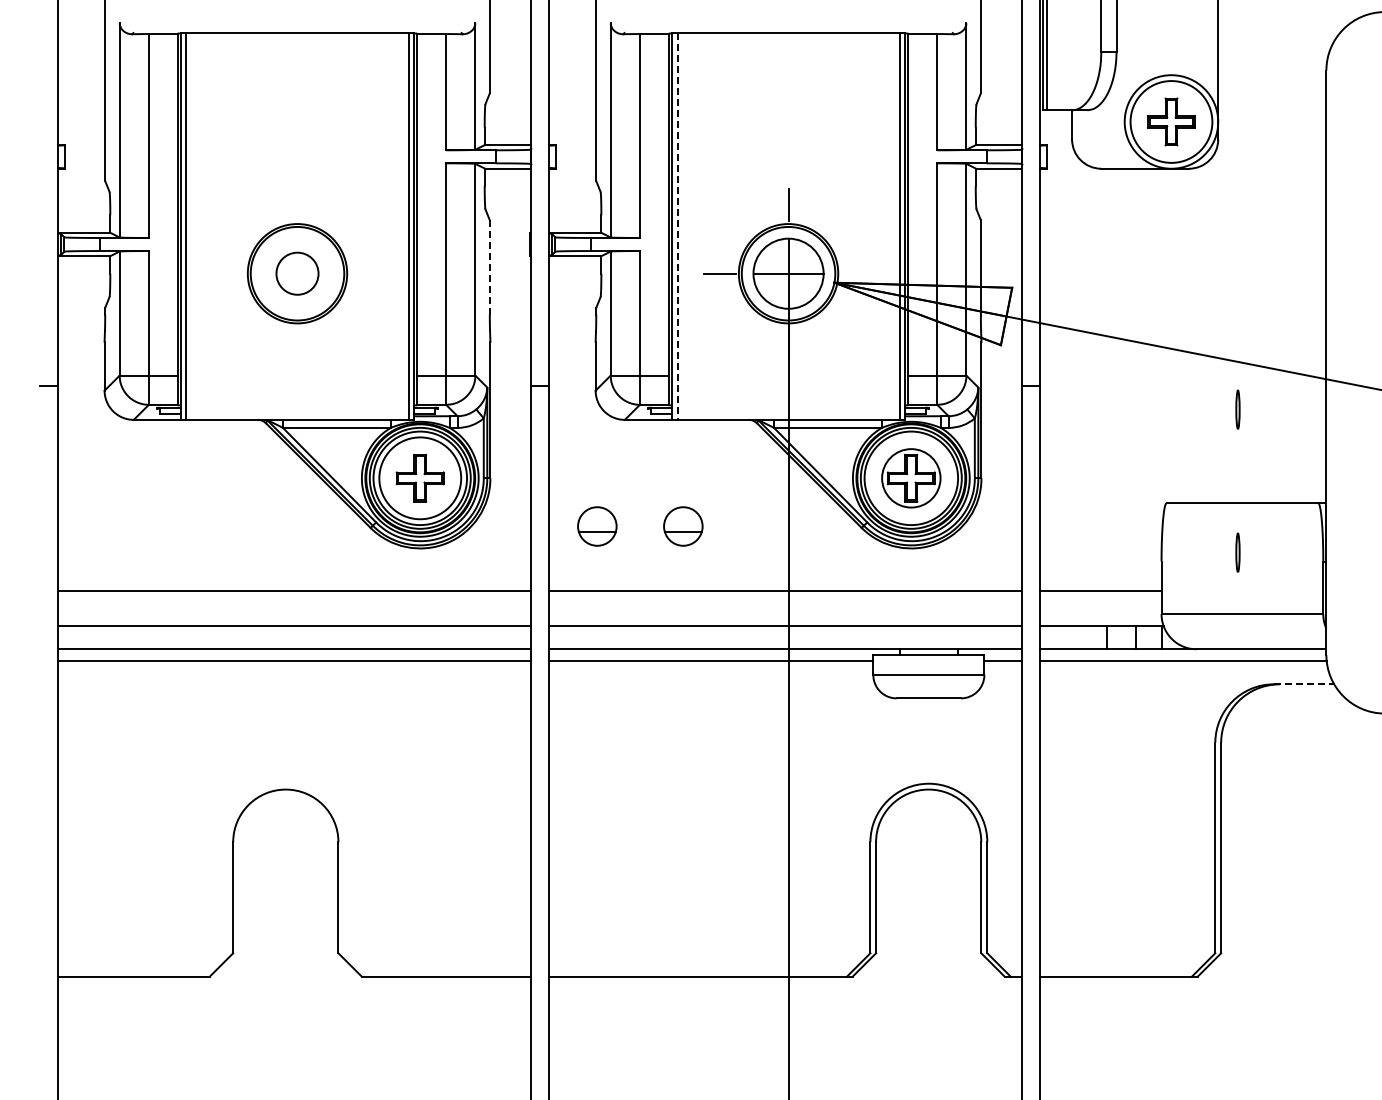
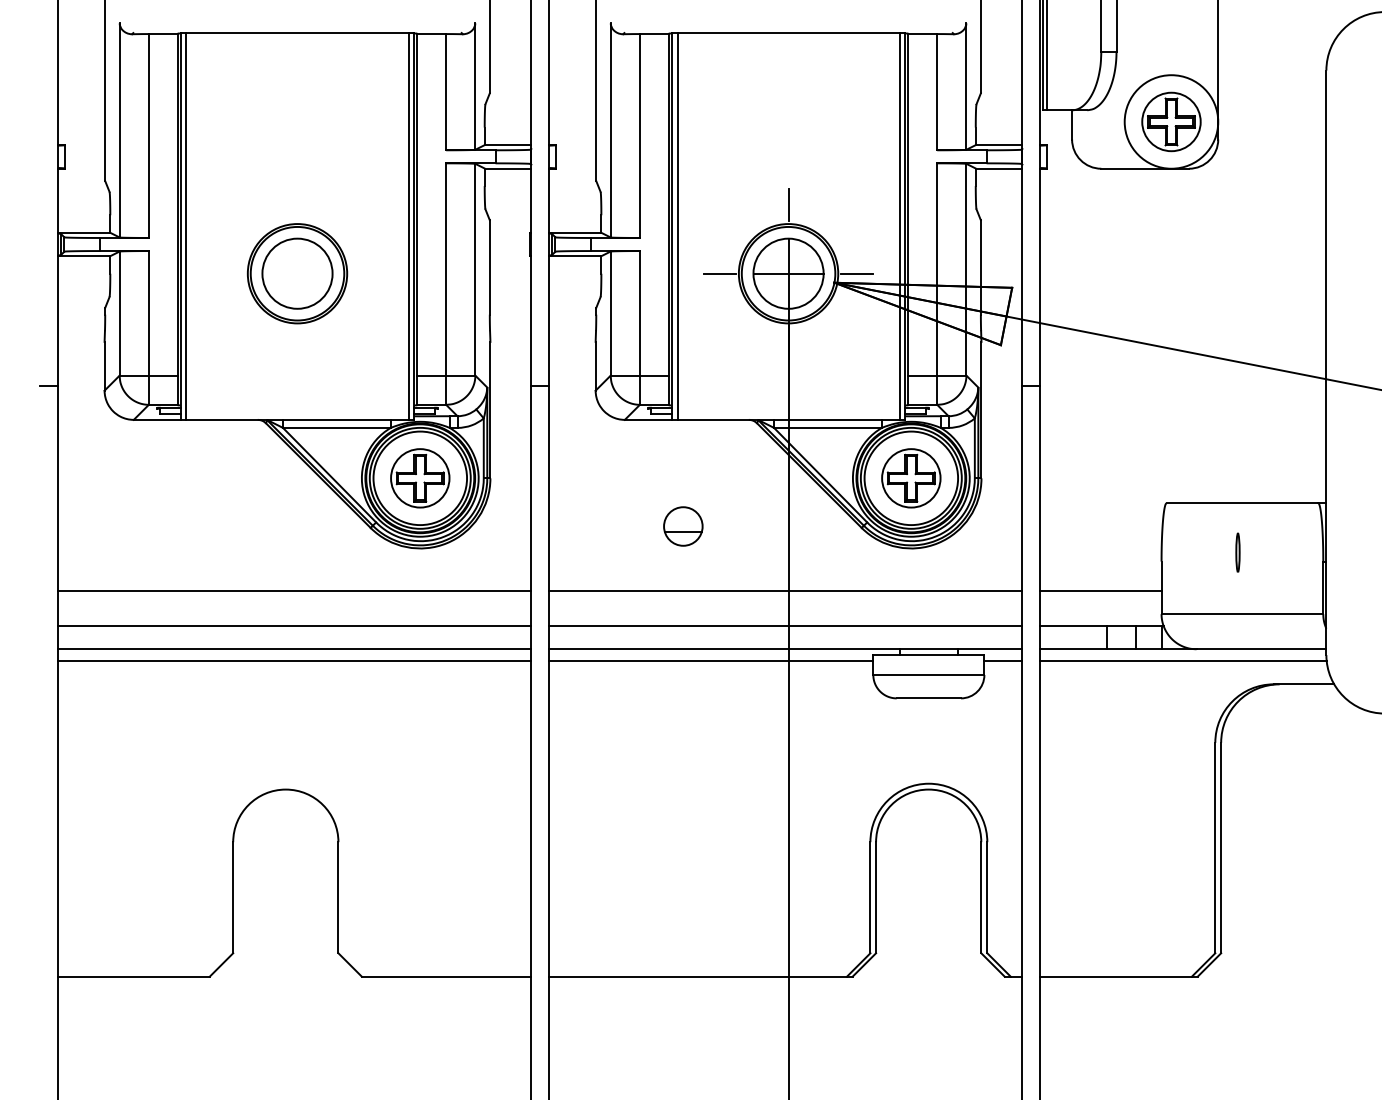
circle at (1171, 121) diameter: 82 px -> 58 px
line at (677, 227): dashed -> solid
line at (489, 266): dashed -> solid
circle at (297, 273) diameter: 42 px -> 70 px
line at (857, 273): none -> present
part at (1237, 409): present -> none
circle at (420, 478) diameter: 82 px -> 58 px
part at (597, 526): present -> none
line at (1304, 684): dashed -> solid
